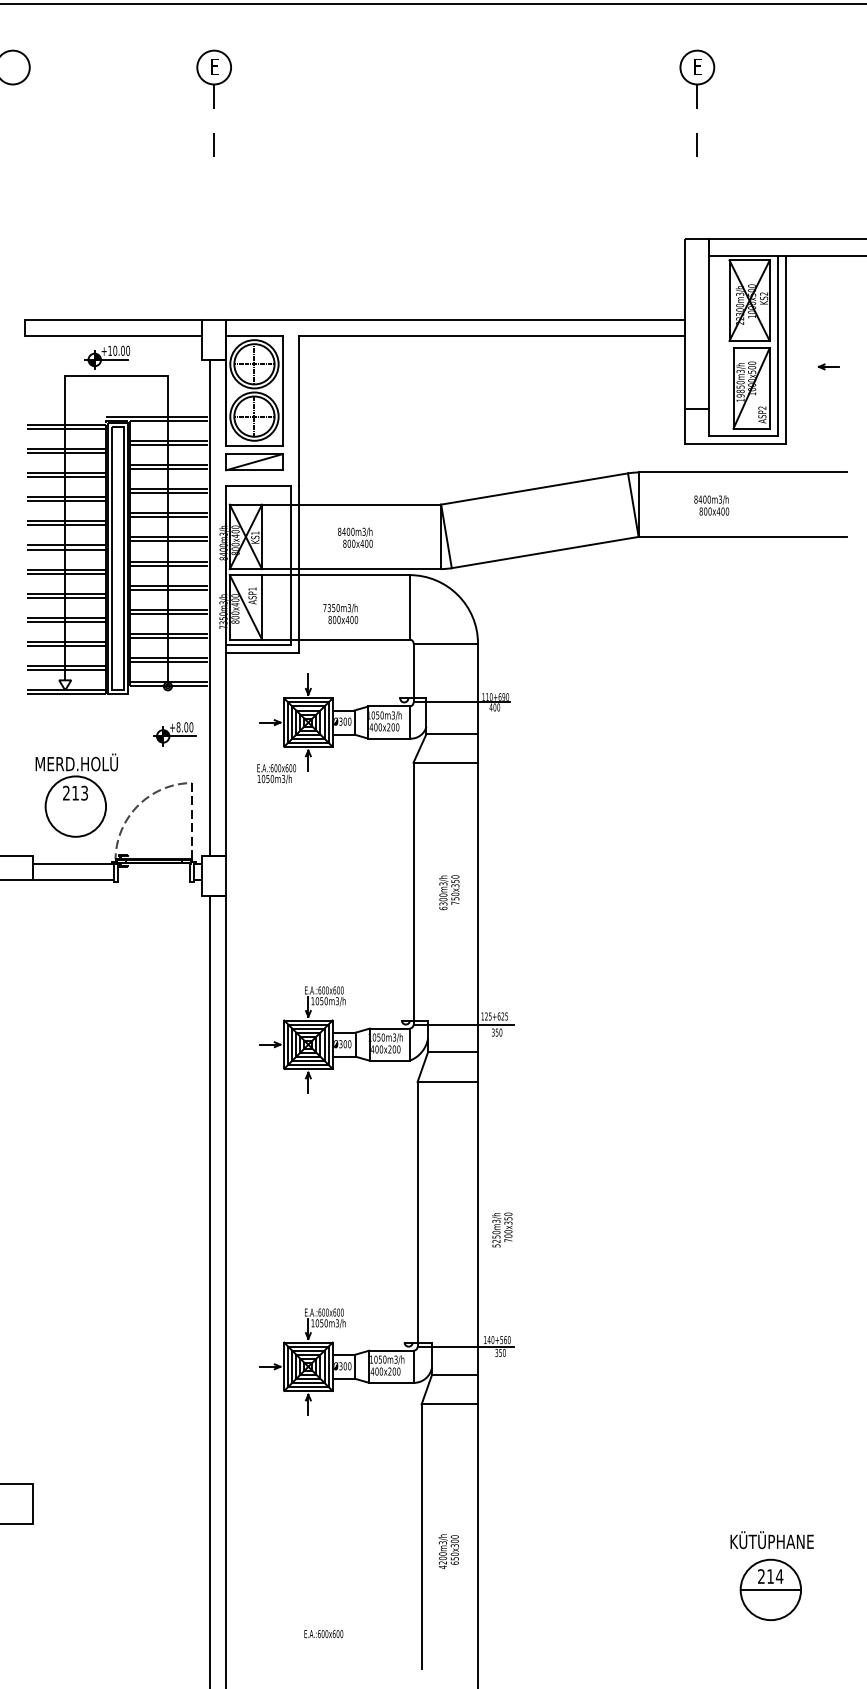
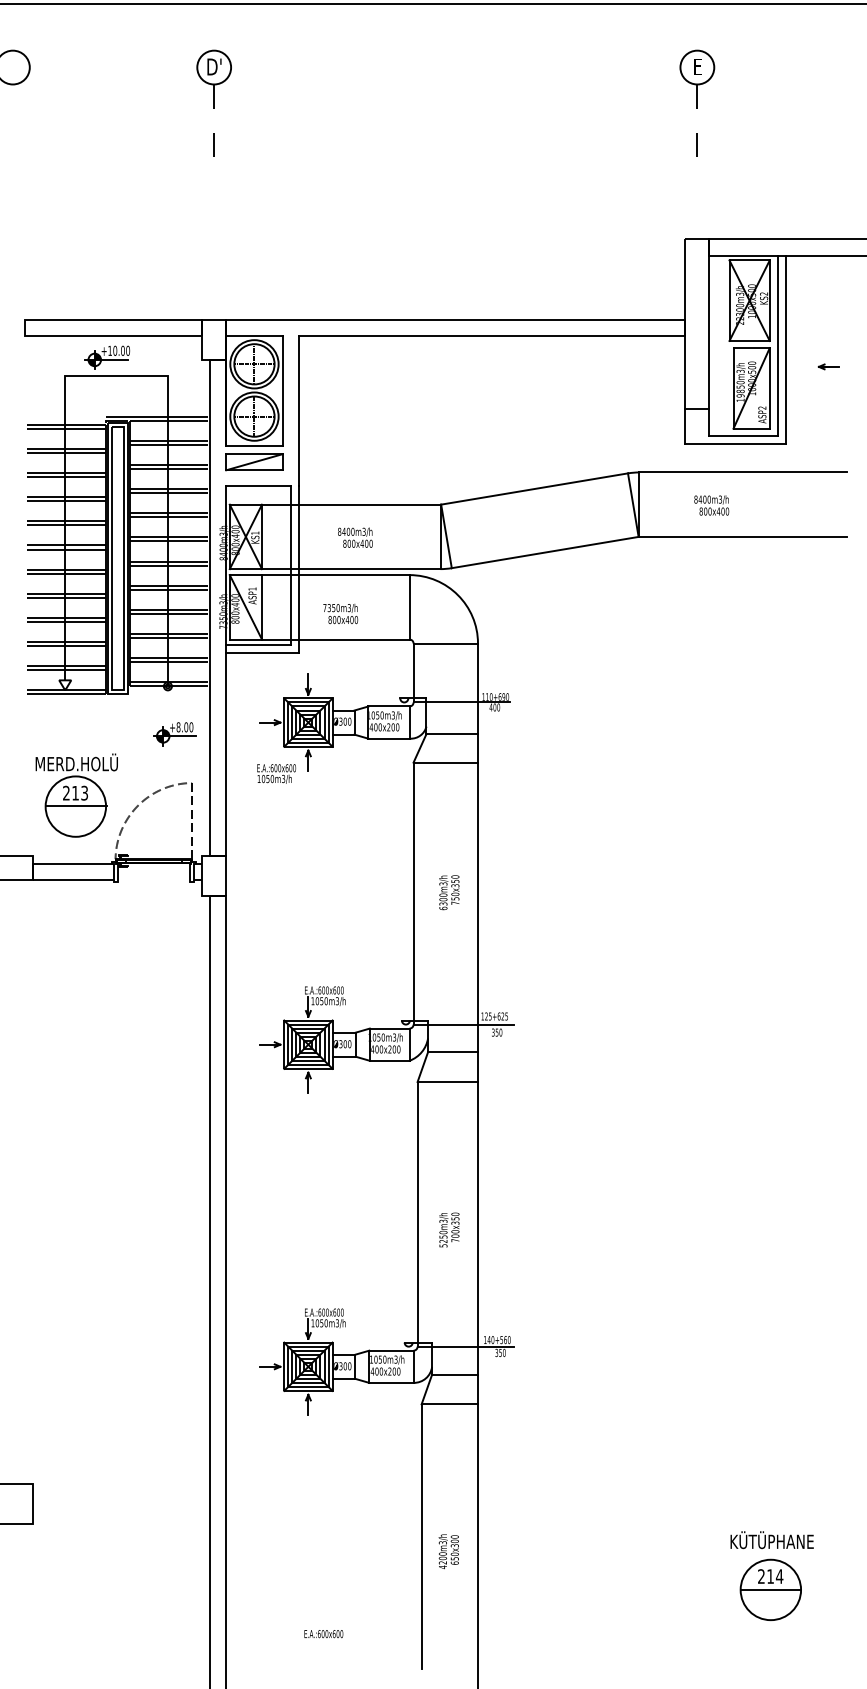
text at (214, 66): E -> D'
line at (76, 806): none -> present
text at (502, 1229) position: (502, 1229) -> (449, 1229)
